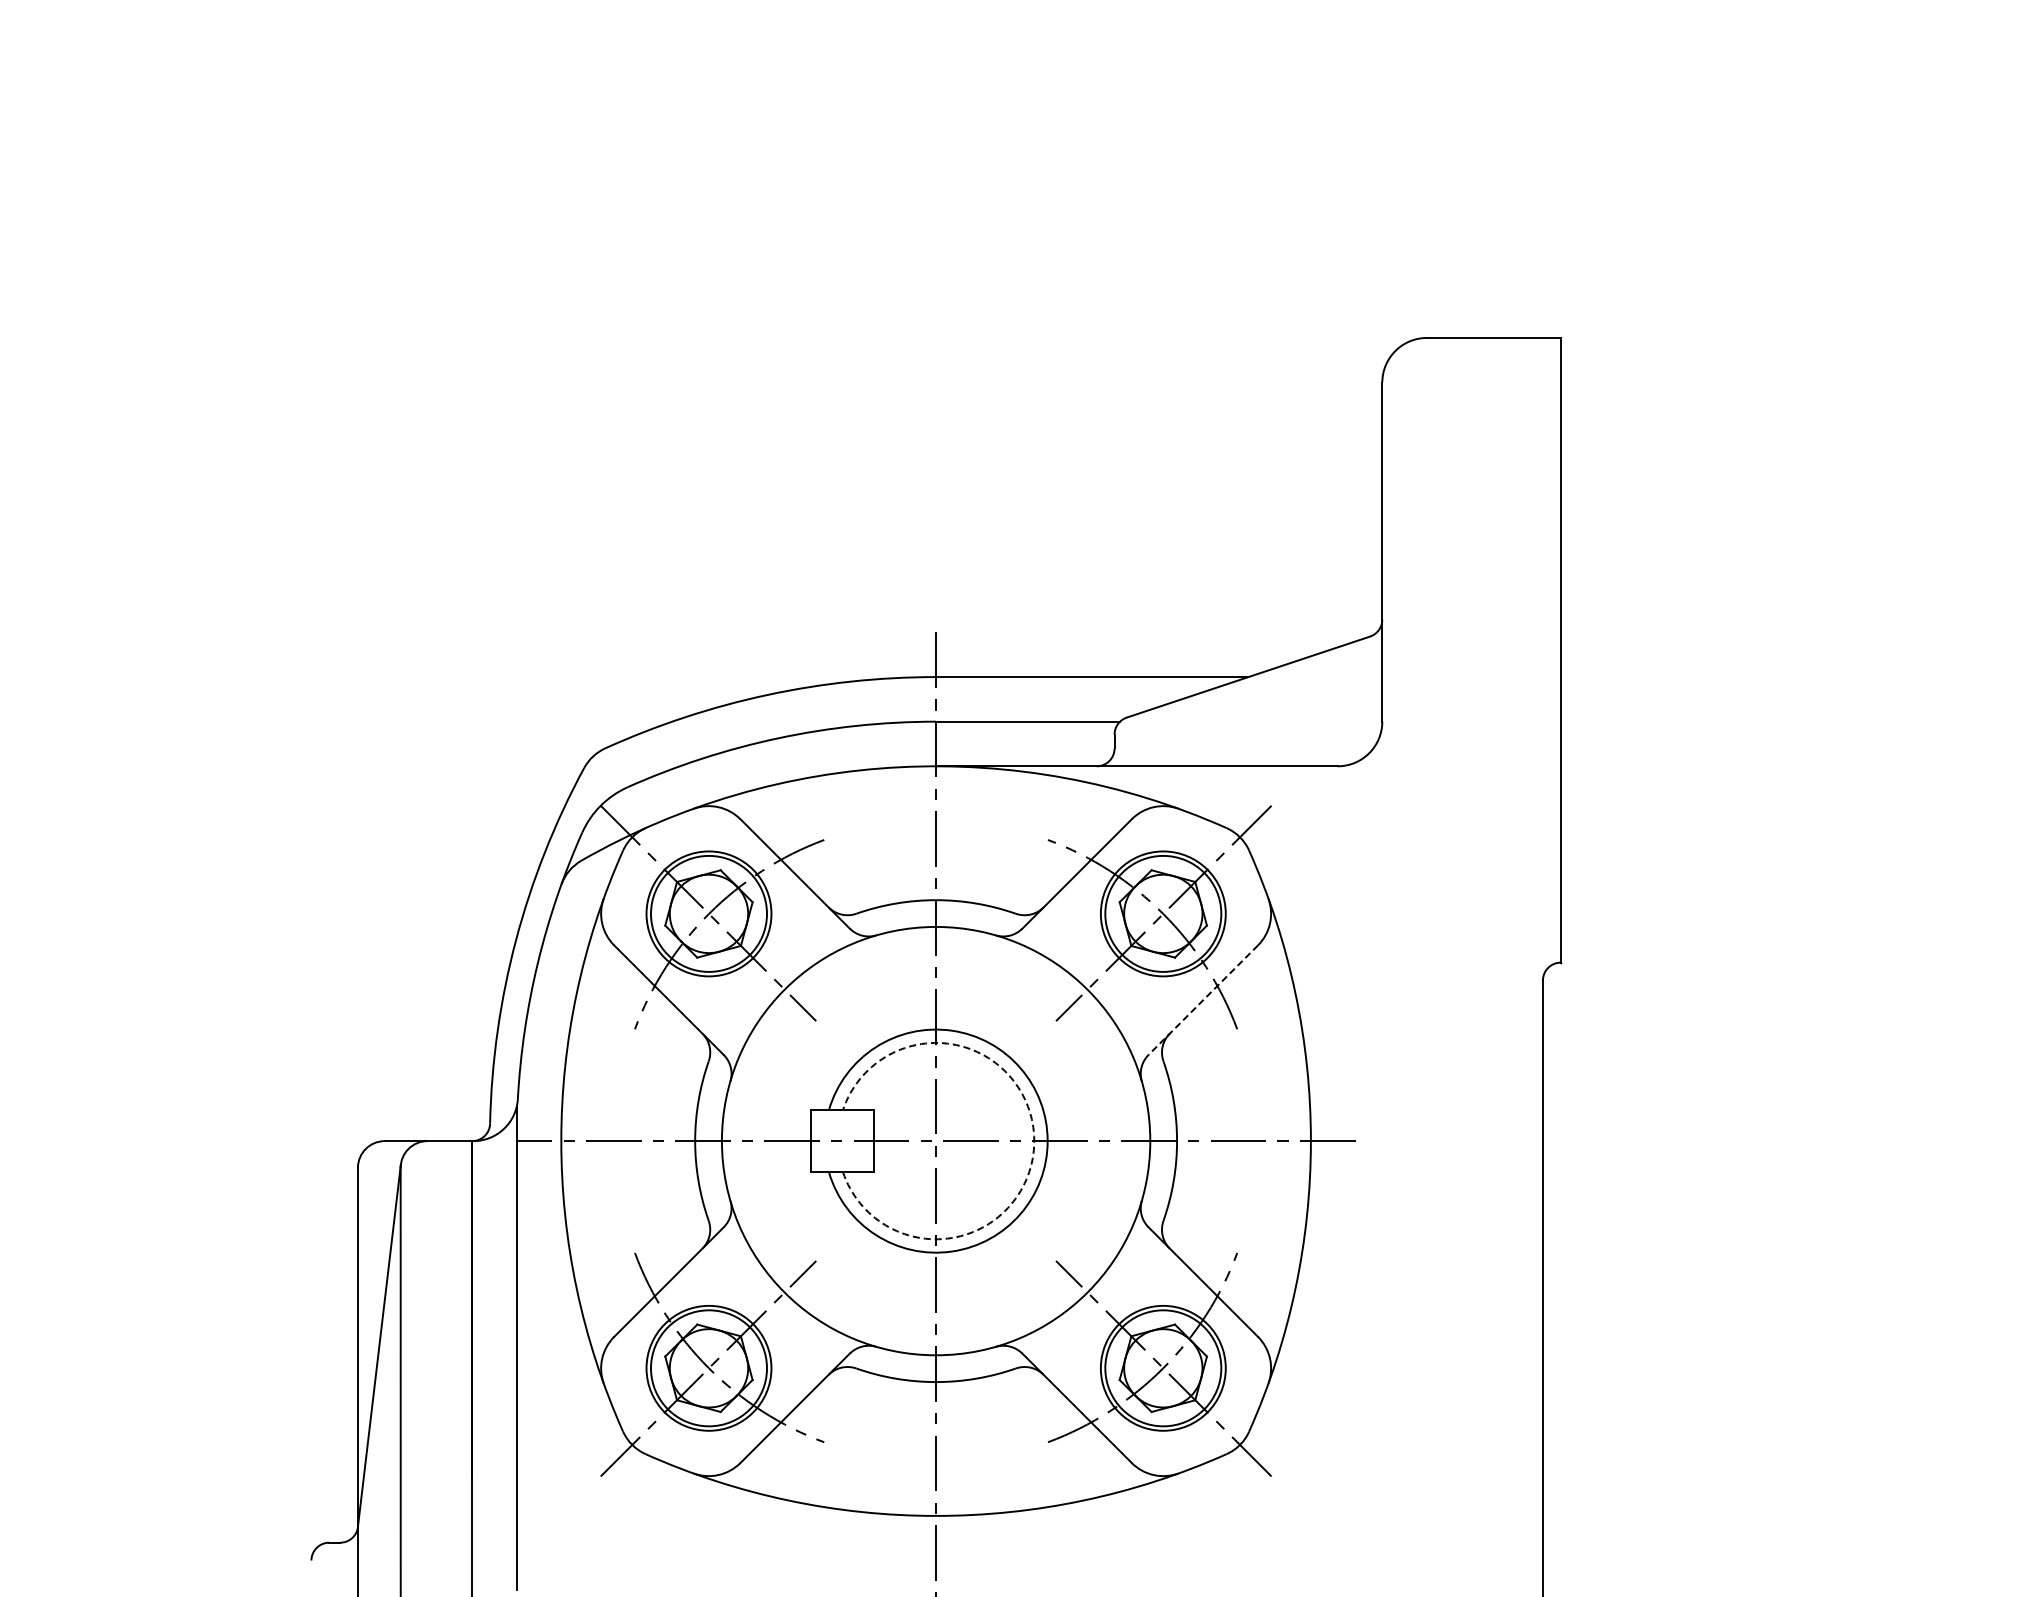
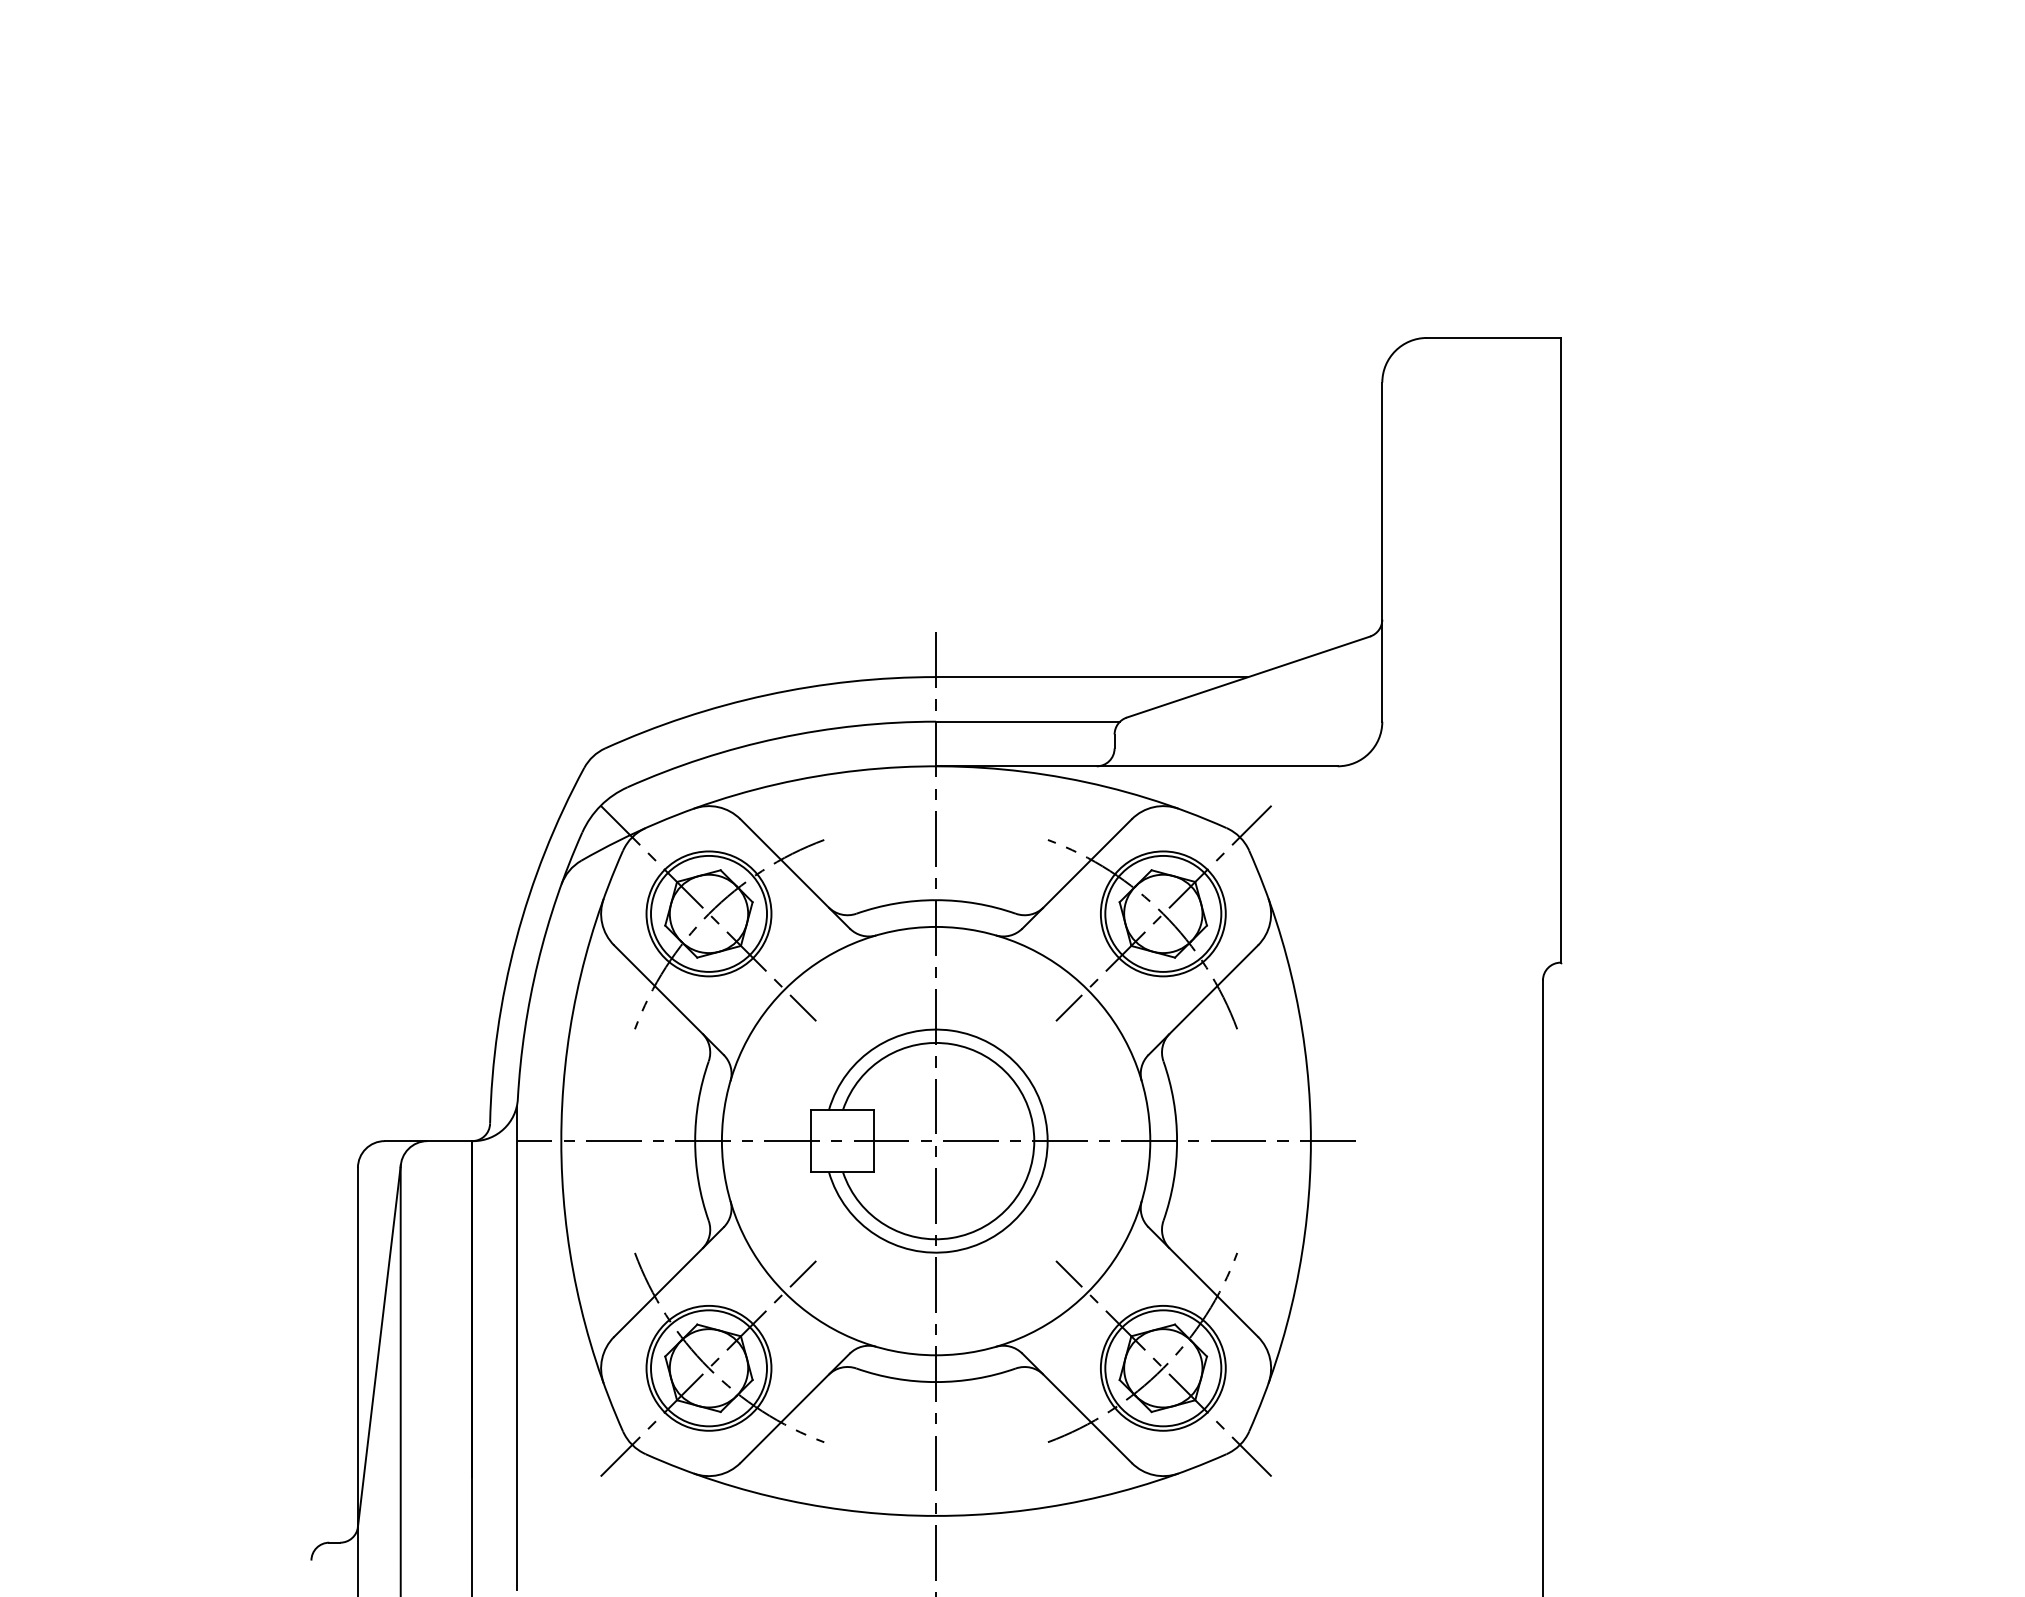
line at (1202, 1000): dashed -> solid
arc at (1034, 1141): dashed -> solid
